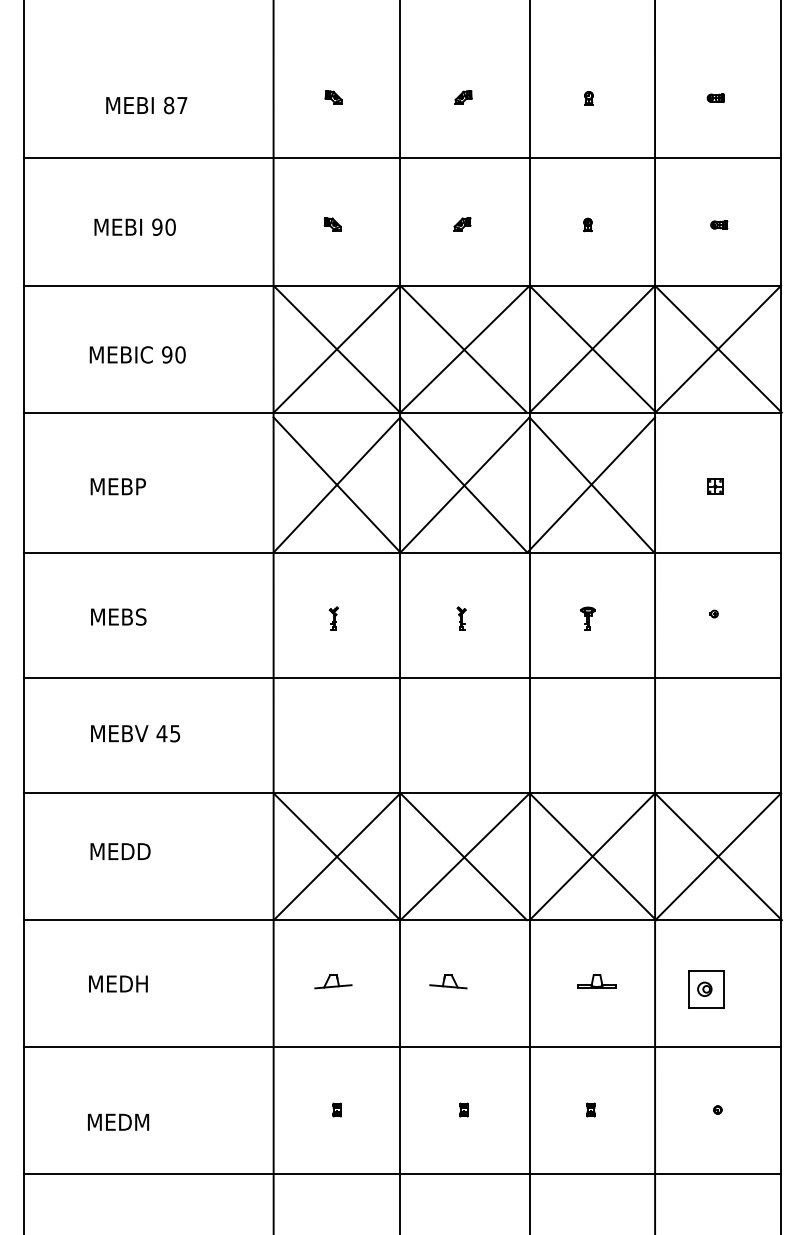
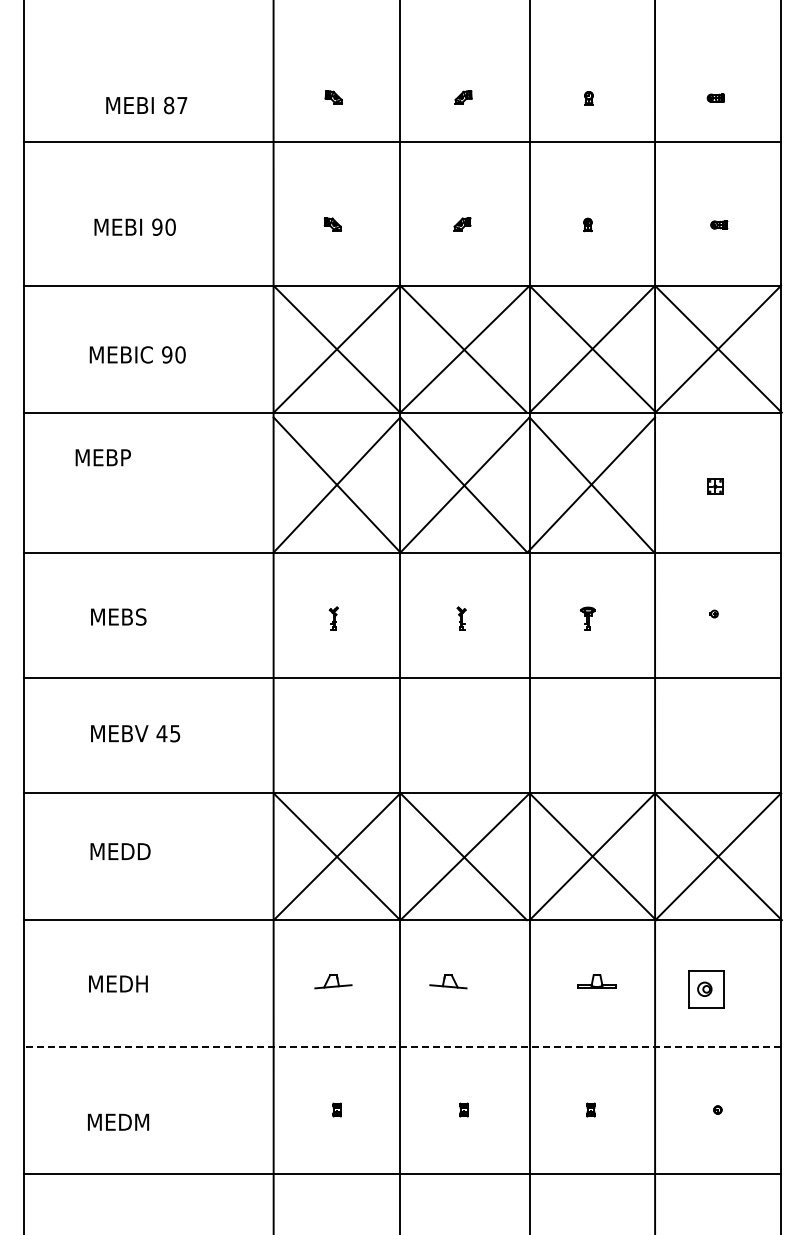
line at (402, 157) position: (402, 157) -> (402, 141)
text at (117, 486) position: (117, 486) -> (102, 457)
line at (402, 1047): solid -> dashed
